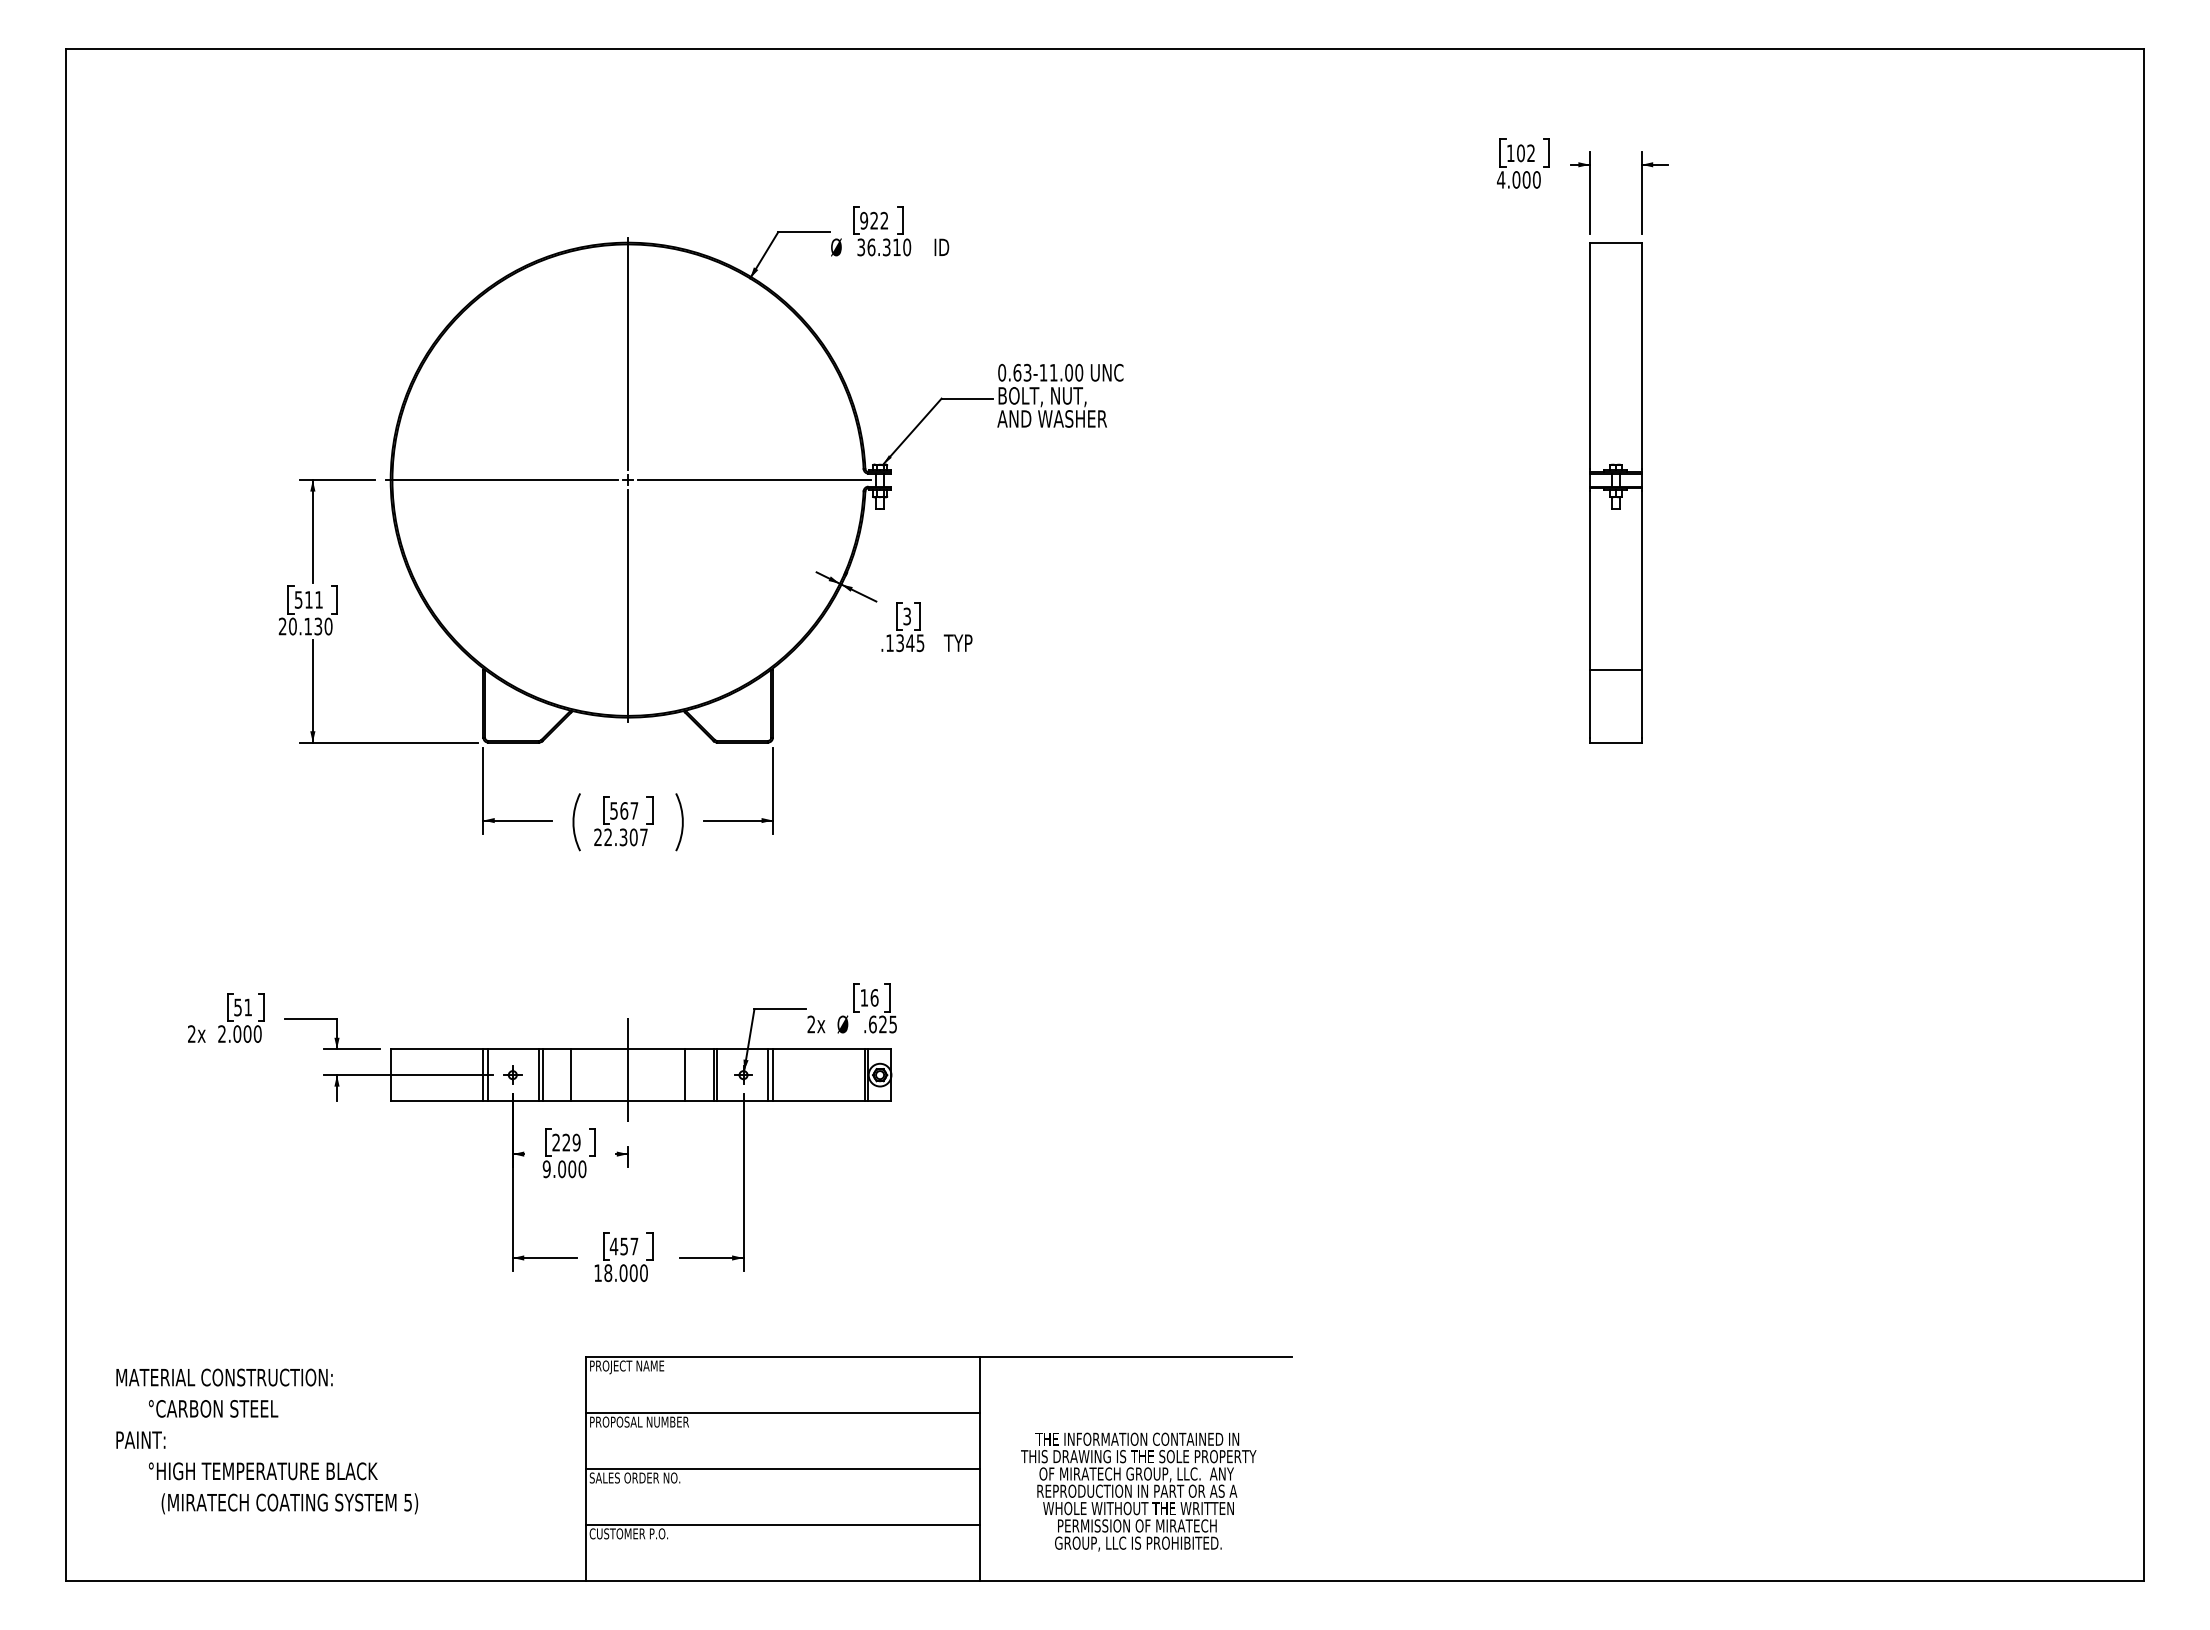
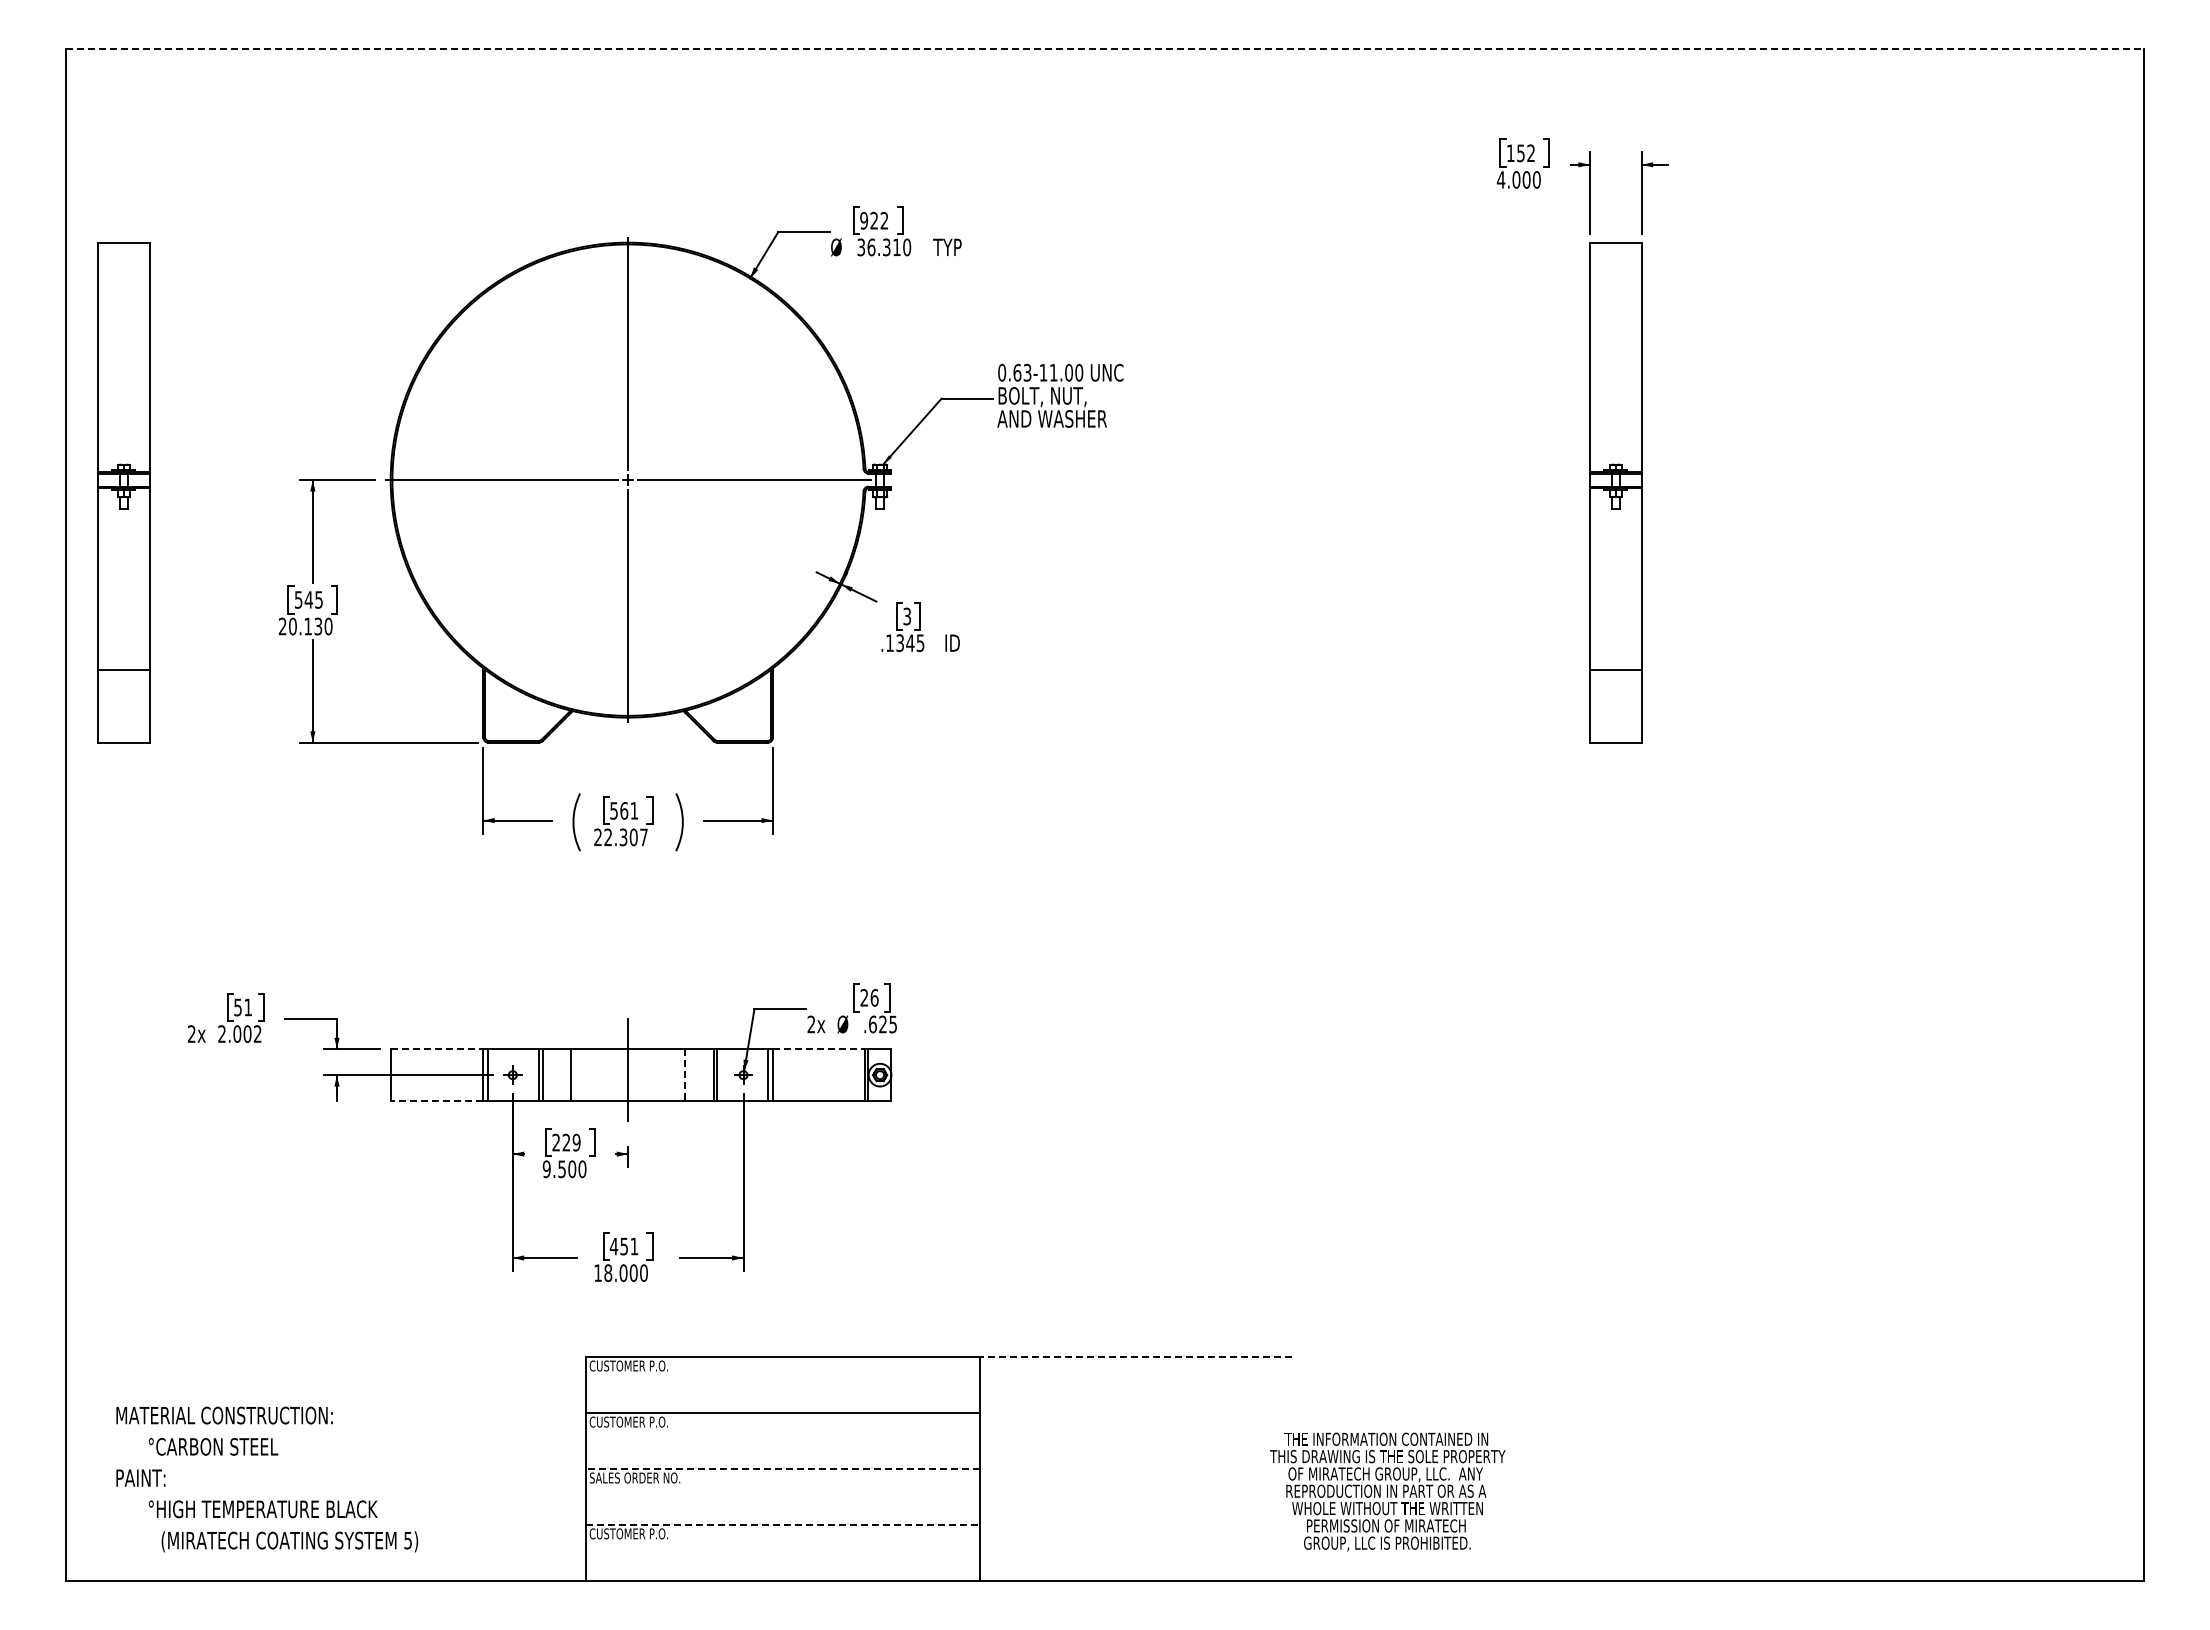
line at (1104, 48): solid -> dashed
text at (1520, 153): 102 -> 152
text at (947, 246): ID -> TYP
part at (123, 492): none -> present
text at (313, 599): 511 -> 545
text at (957, 642): TYP -> ID
text at (634, 810): 567 -> 561
text at (863, 997): 16 -> 26
text at (257, 1033): 2.000 -> 2.002
line at (437, 1049): solid -> dashed
line at (819, 1049): solid -> dashed
line at (684, 1075): solid -> dashed
line at (436, 1101): solid -> dashed
text at (562, 1169): 9.000 -> 9.500
text at (634, 1246): 457 -> 451
line at (1136, 1356): solid -> dashed
text at (628, 1367): PROJECT NAME -> CUSTOMER P.O.
text at (638, 1421): PROPOSAL NUMBER -> CUSTOMER P.O.
text at (267, 1441) position: (267, 1441) -> (267, 1479)
line at (782, 1468): solid -> dashed
text at (1138, 1491) position: (1138, 1491) -> (1387, 1491)
line at (783, 1524): solid -> dashed
